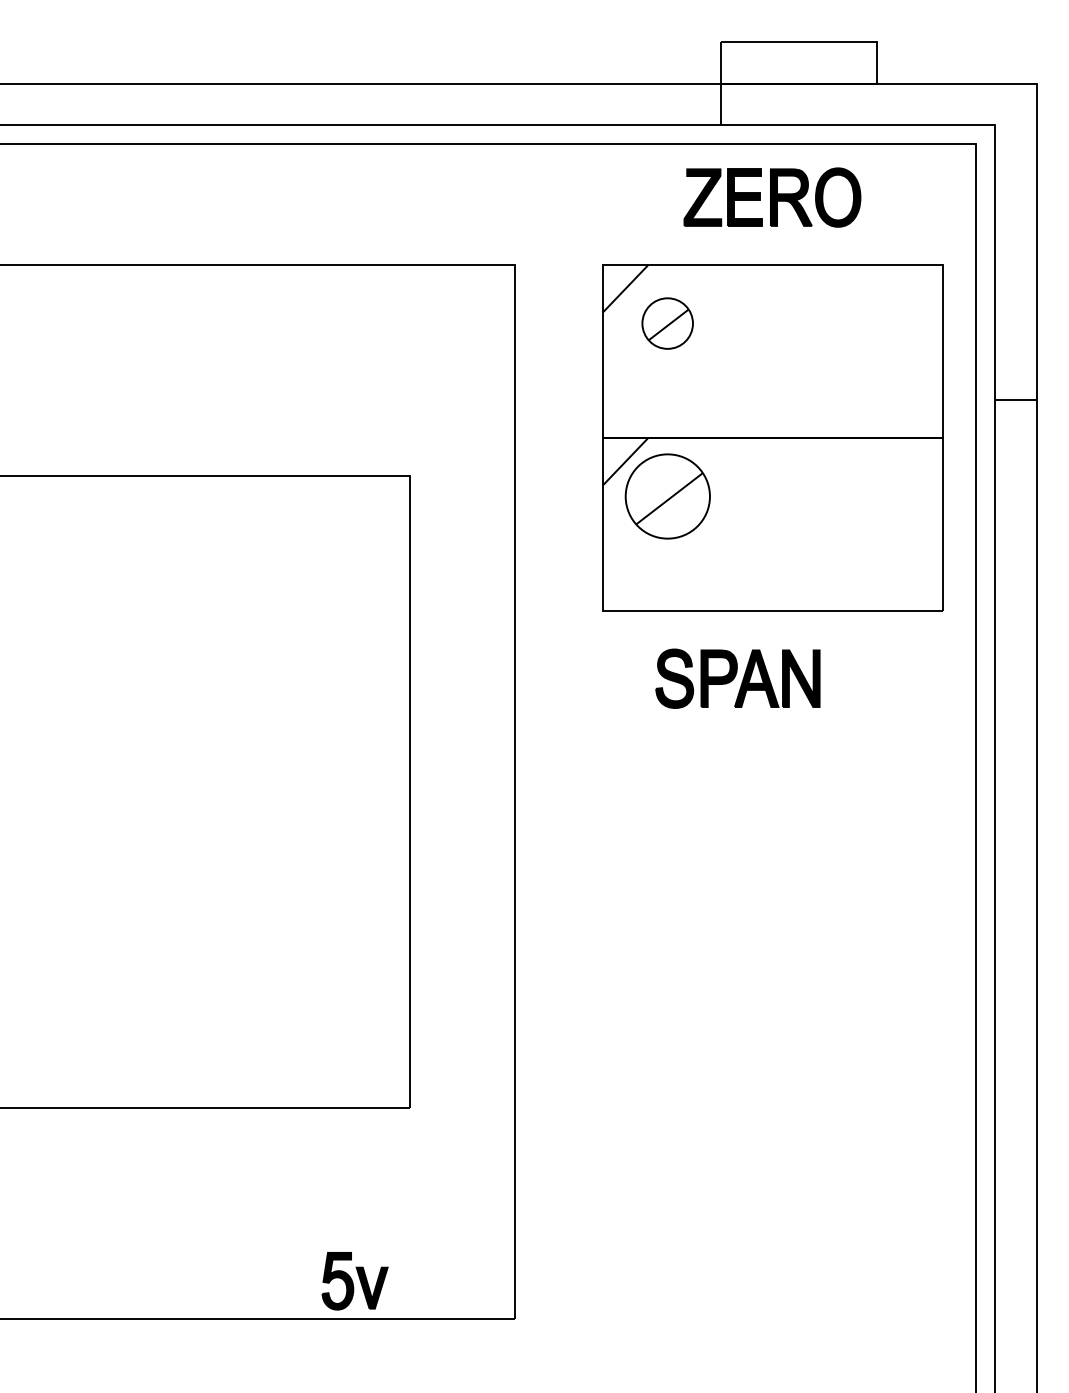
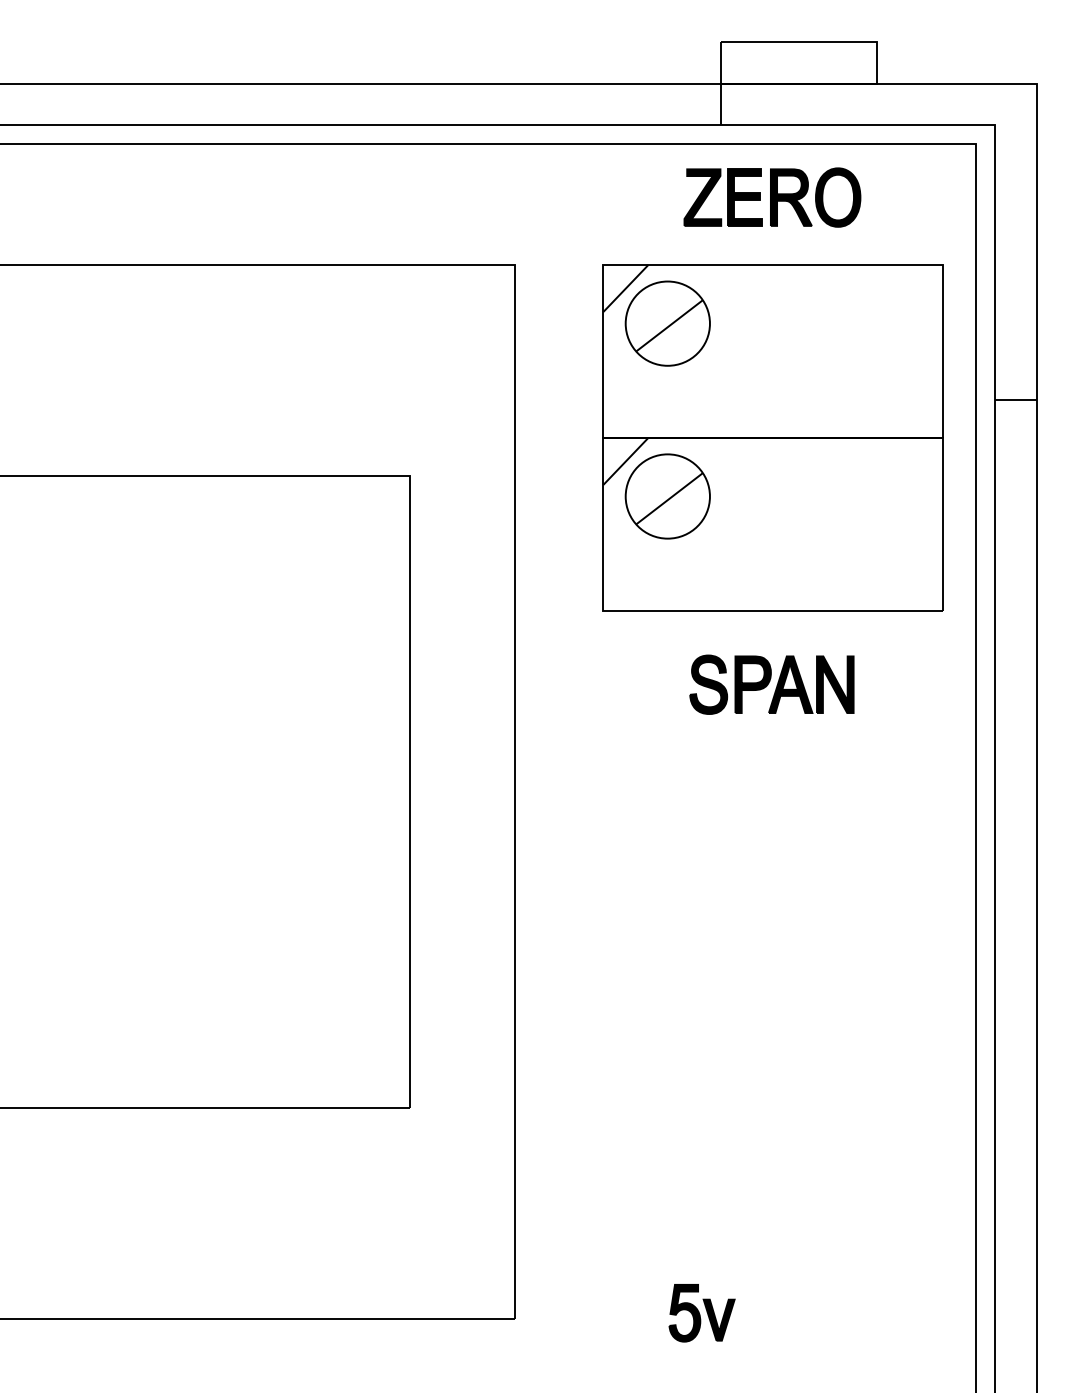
part at (667, 323) size: 53x53 px -> 87x87 px
part at (737, 678) position: (737, 678) -> (771, 684)
part at (354, 1281) position: (354, 1281) -> (701, 1313)
